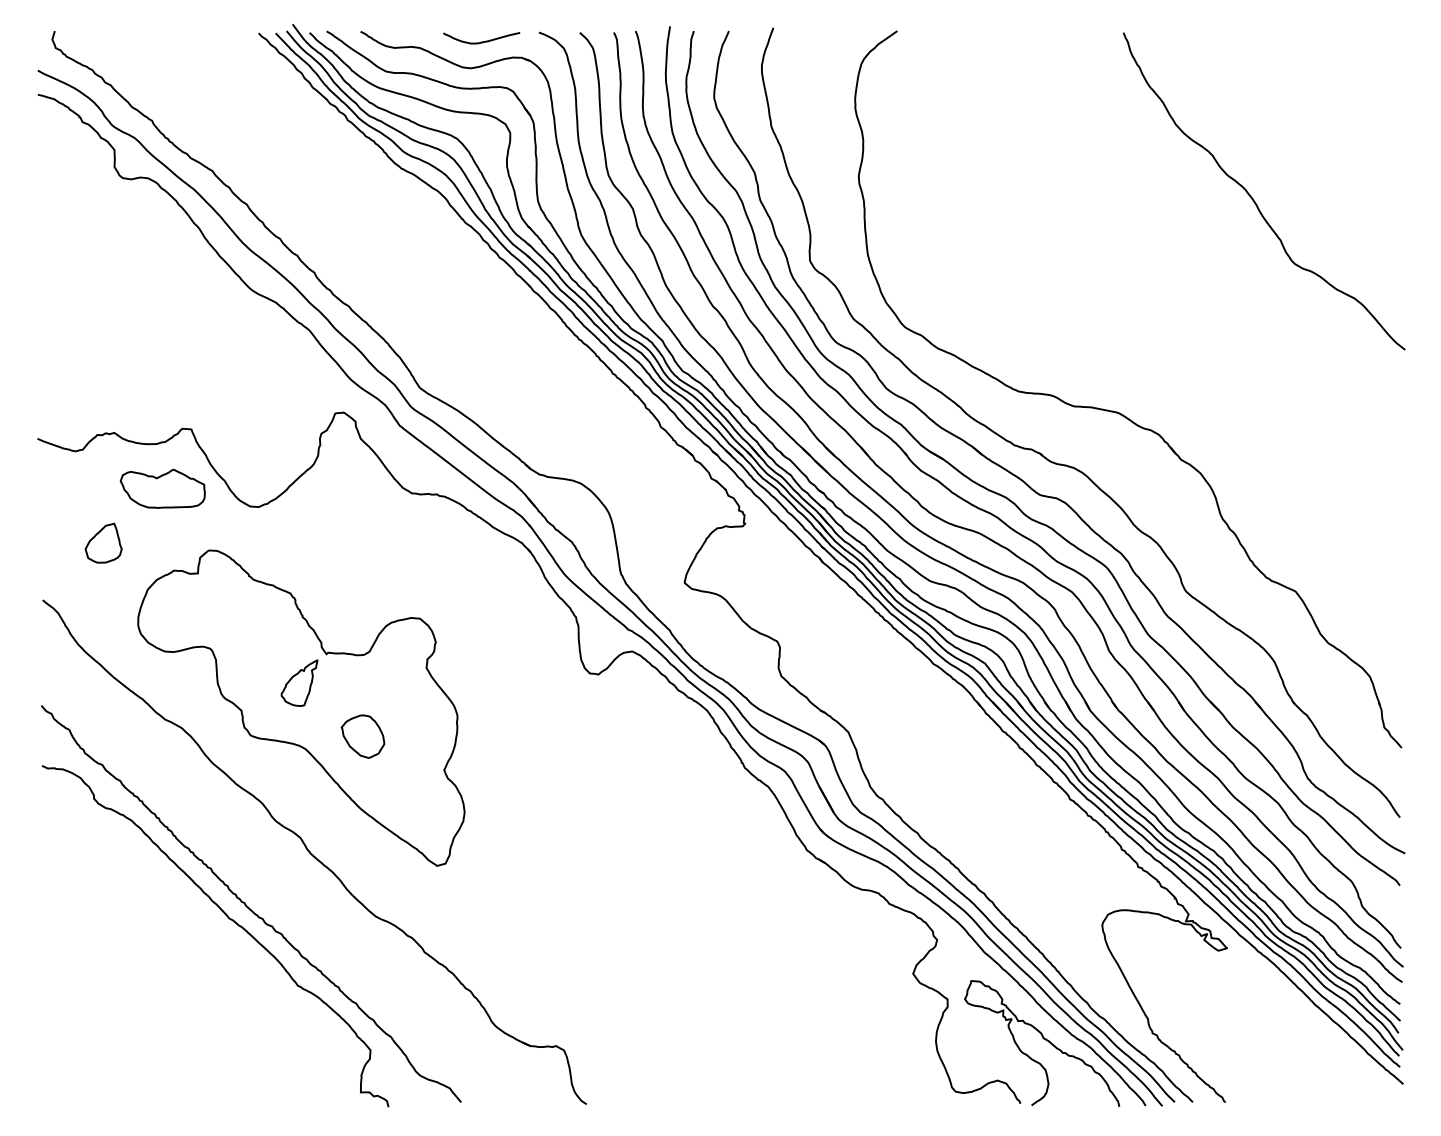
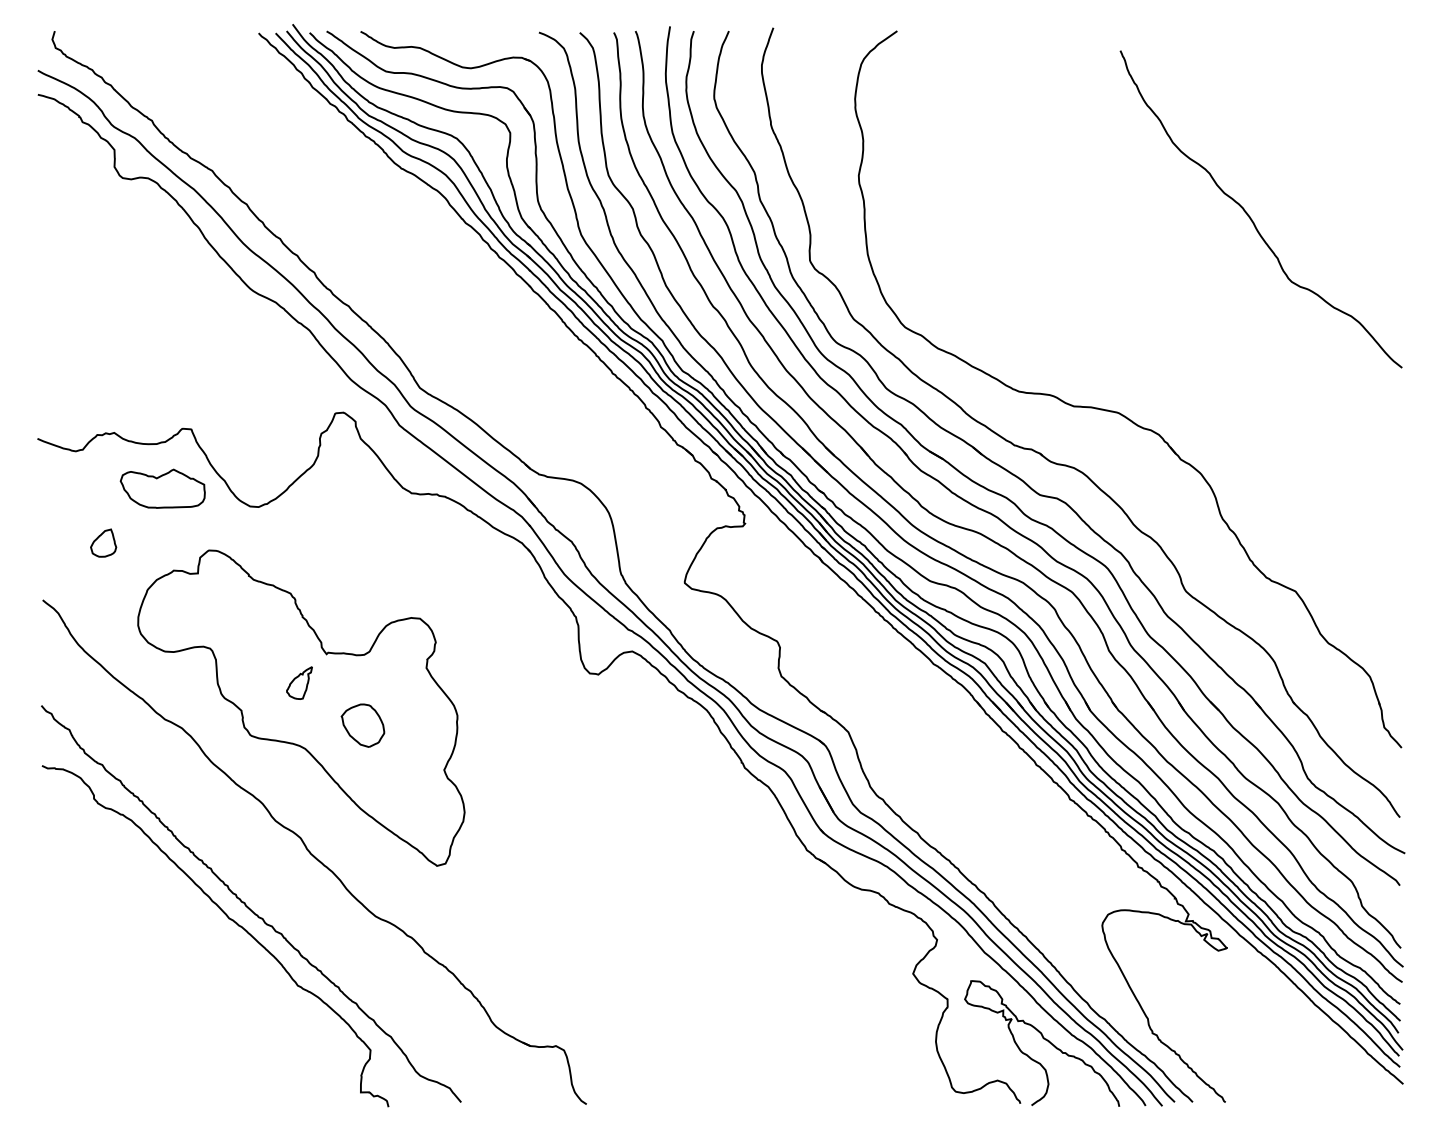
curve at (481, 41): present -> none
curve at (1253, 198) position: (1253, 198) -> (1250, 216)
part at (103, 542) size: 39x42 px -> 28x30 px
part at (299, 682) size: 39x48 px -> 27x34 px
part at (362, 736) position: (362, 736) -> (362, 725)
